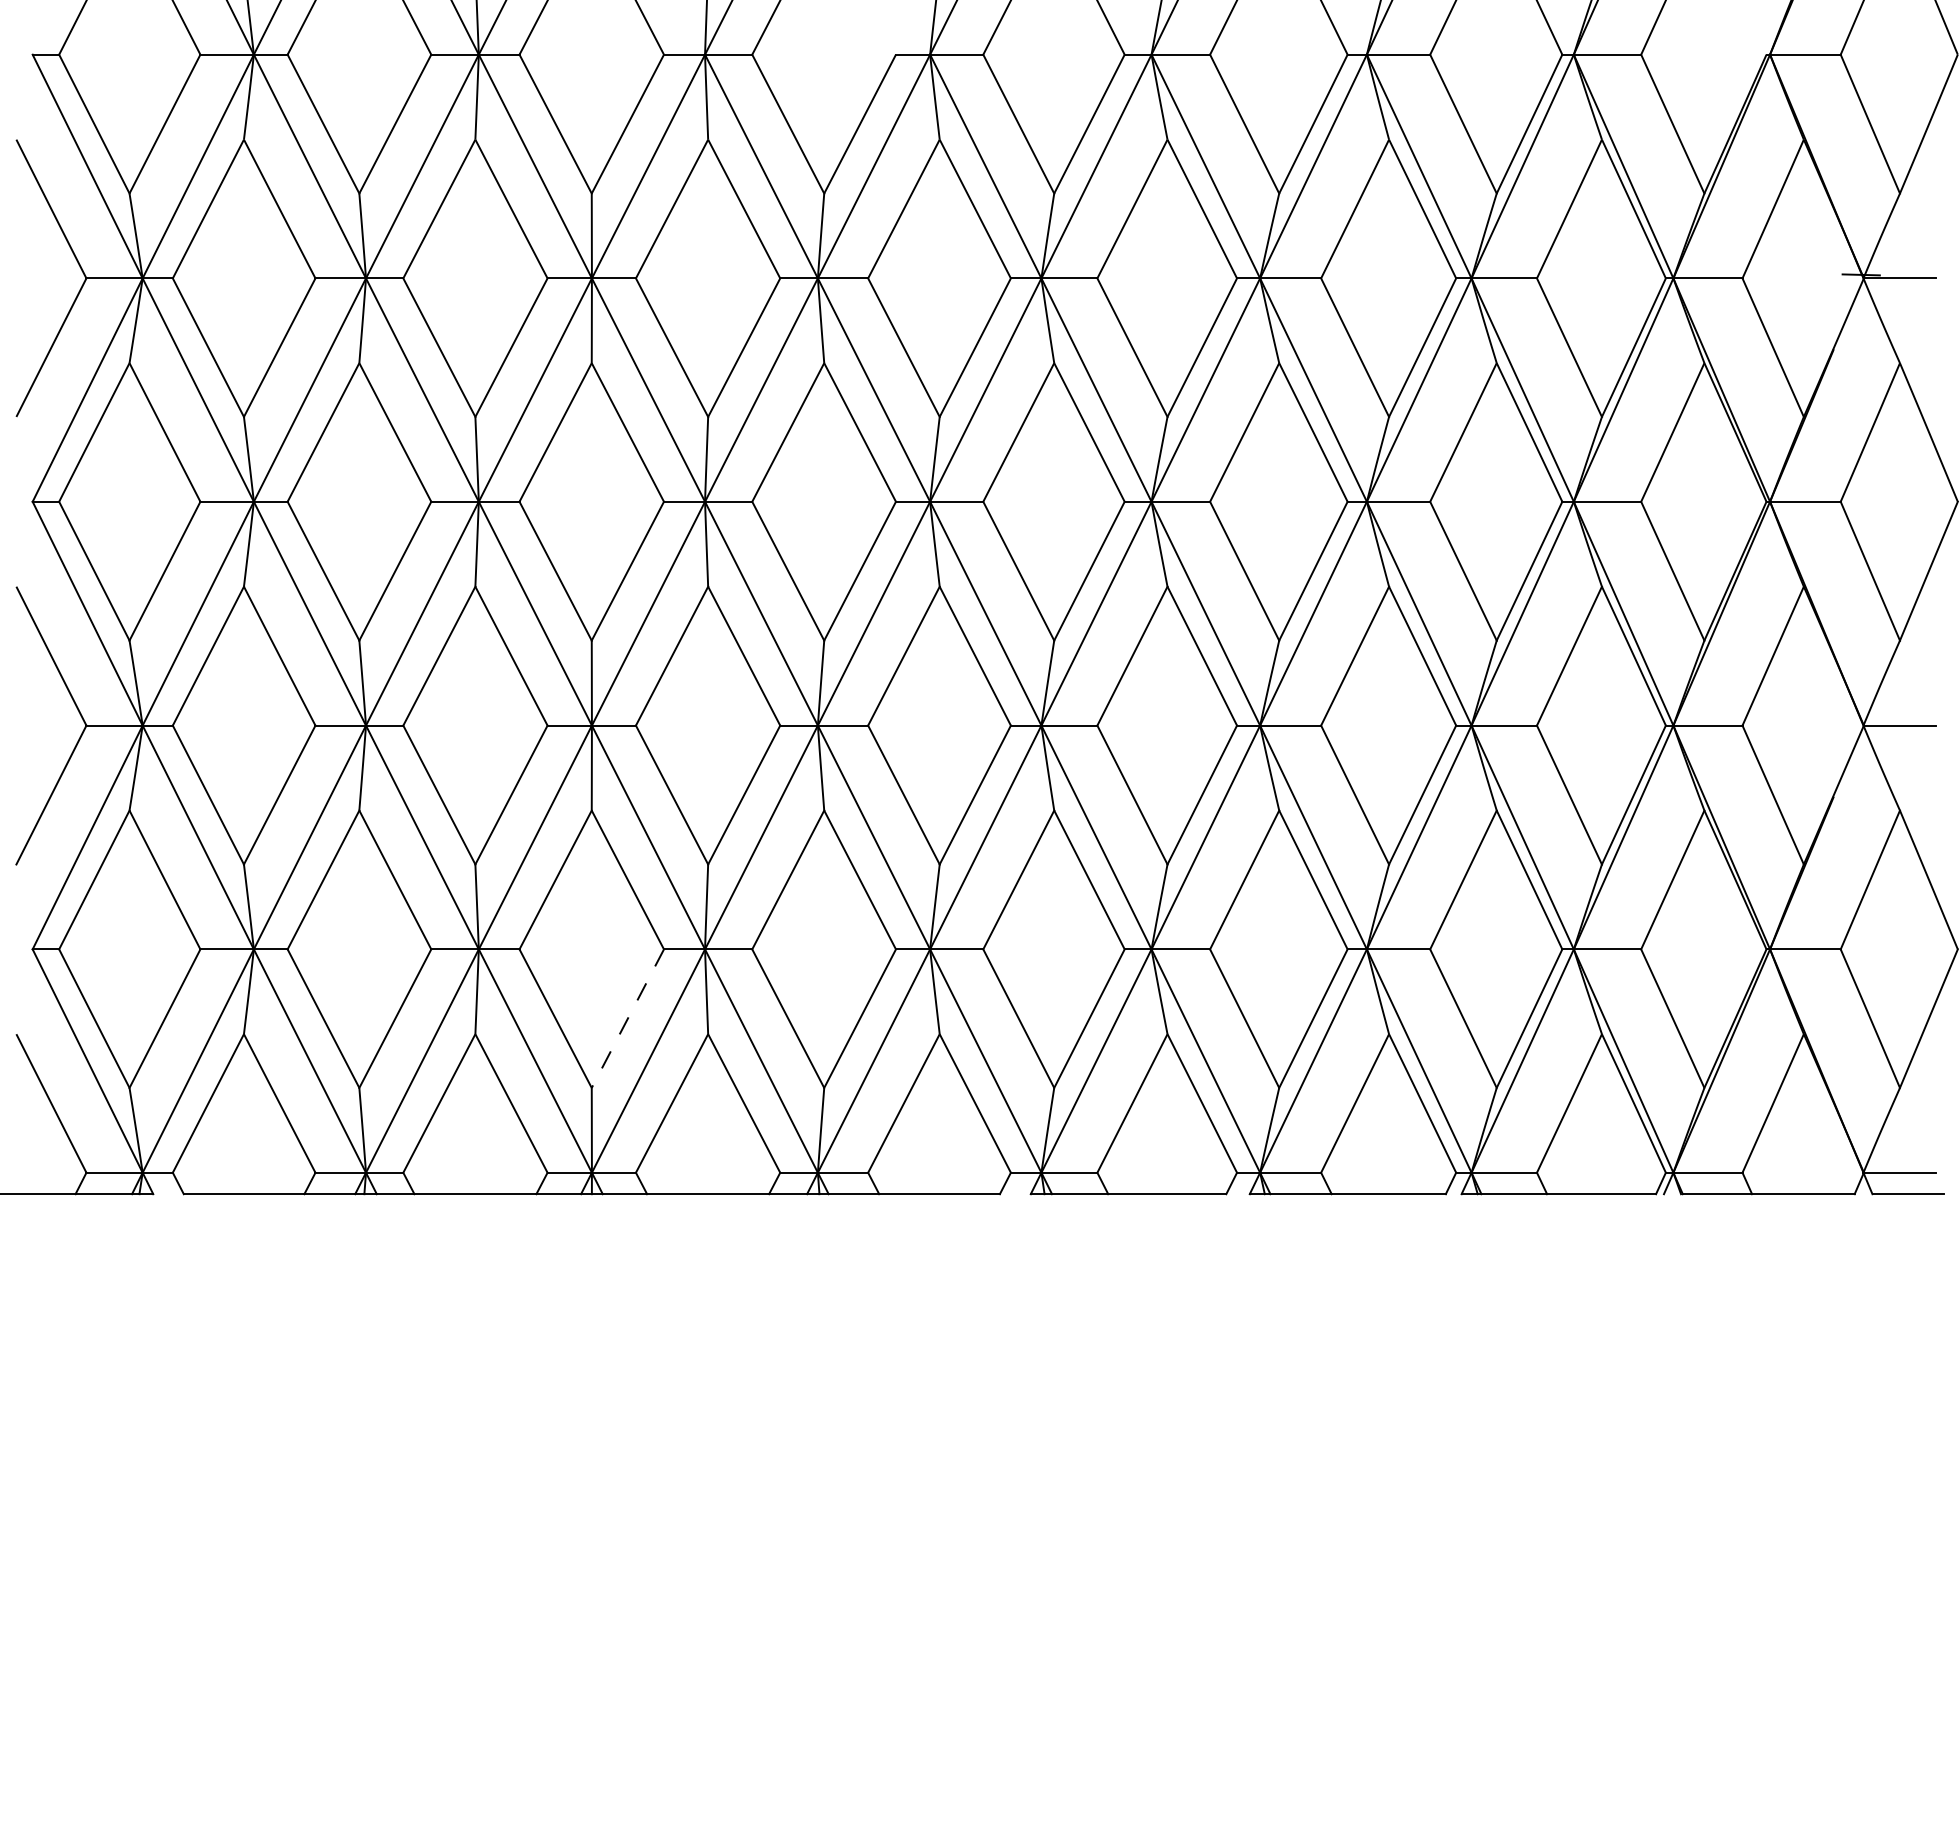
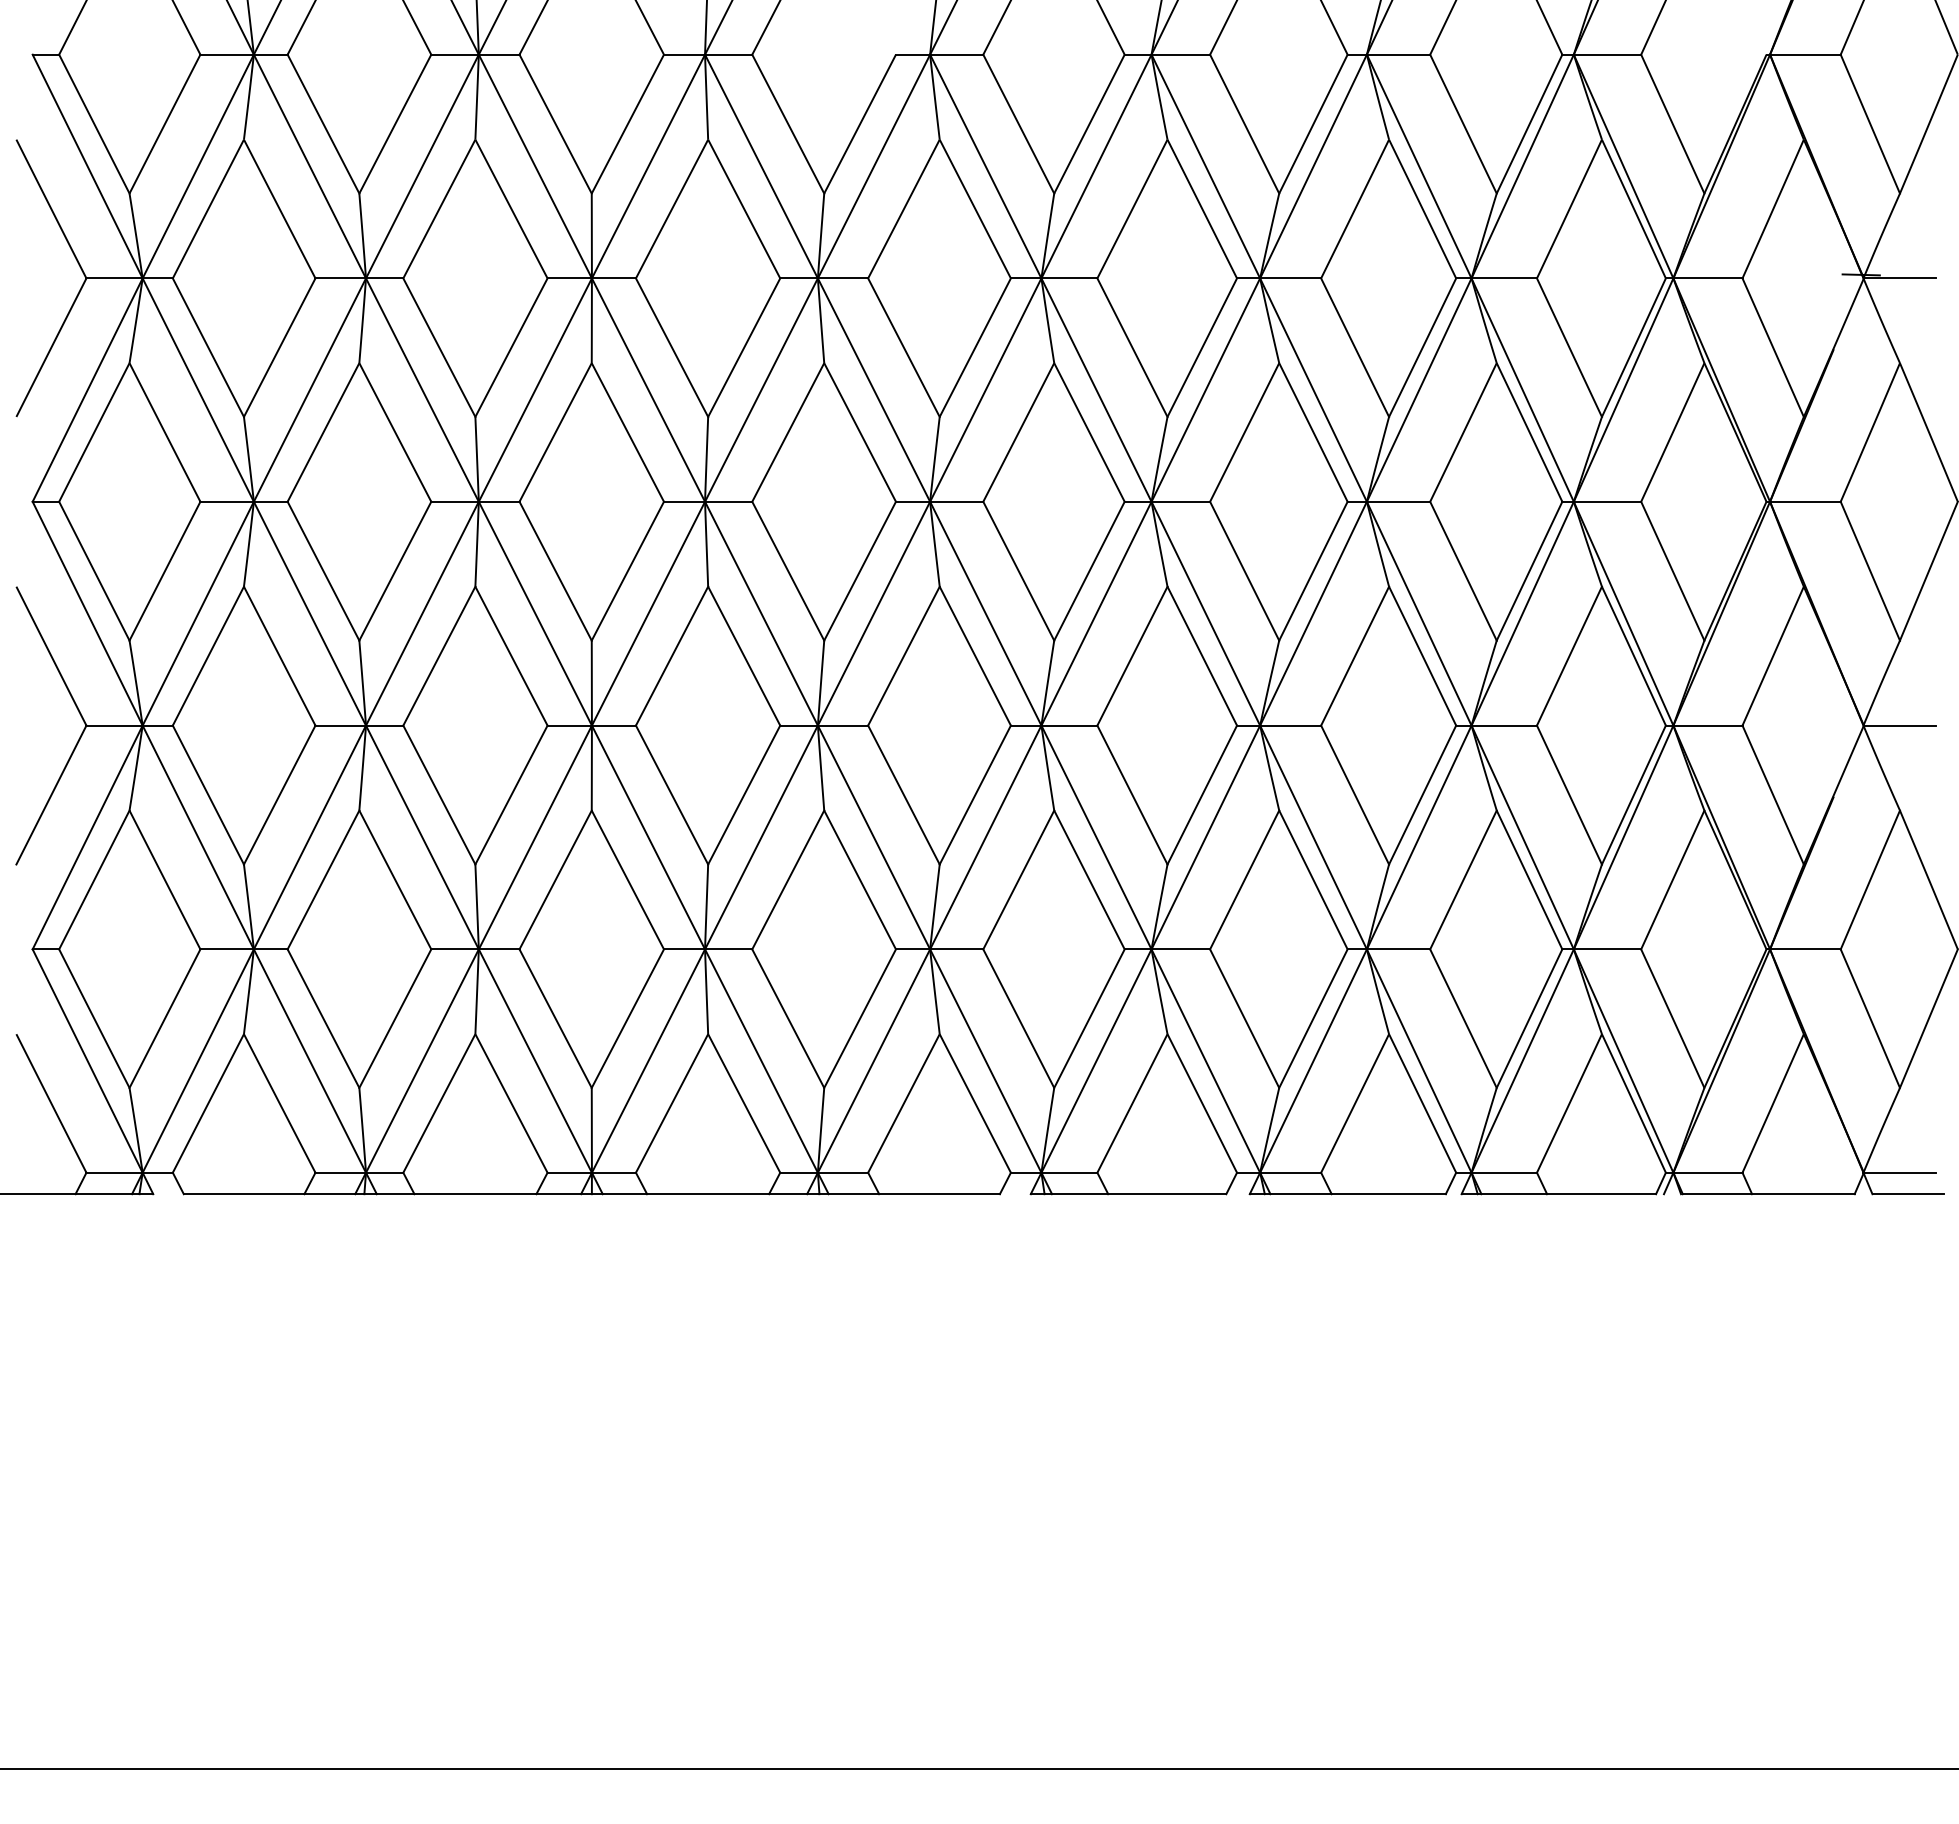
line at (627, 1019): dashed -> solid
line at (978, 1769): none -> present
